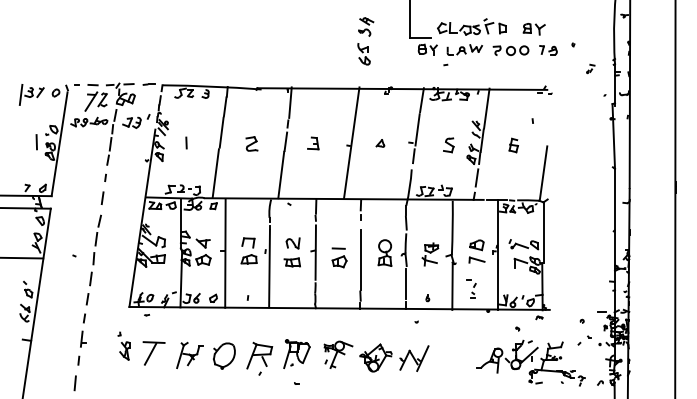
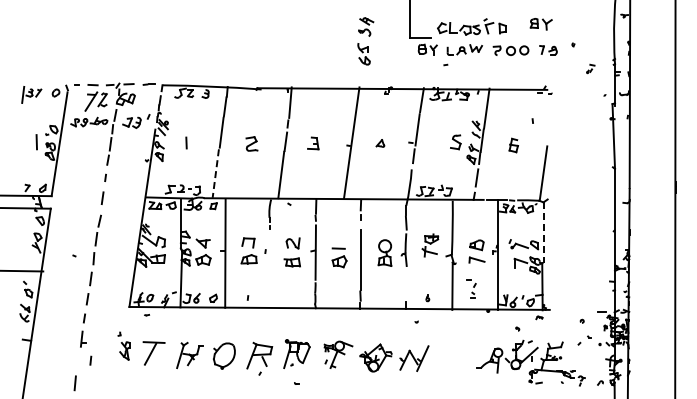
part at (533, 29) position: (533, 29) -> (540, 24)
part at (31, 94) size: 27x22 px -> 22x18 px
part at (448, 145) position: (448, 145) -> (455, 142)
line at (215, 174): solid -> dashed
line at (543, 233): solid -> dashed
part at (430, 254) position: (430, 254) -> (430, 245)
line at (22, 257) position: (22, 257) -> (22, 270)
line at (269, 268): present -> none
line at (405, 283): present -> none
line at (78, 360) position: (78, 360) -> (90, 360)
